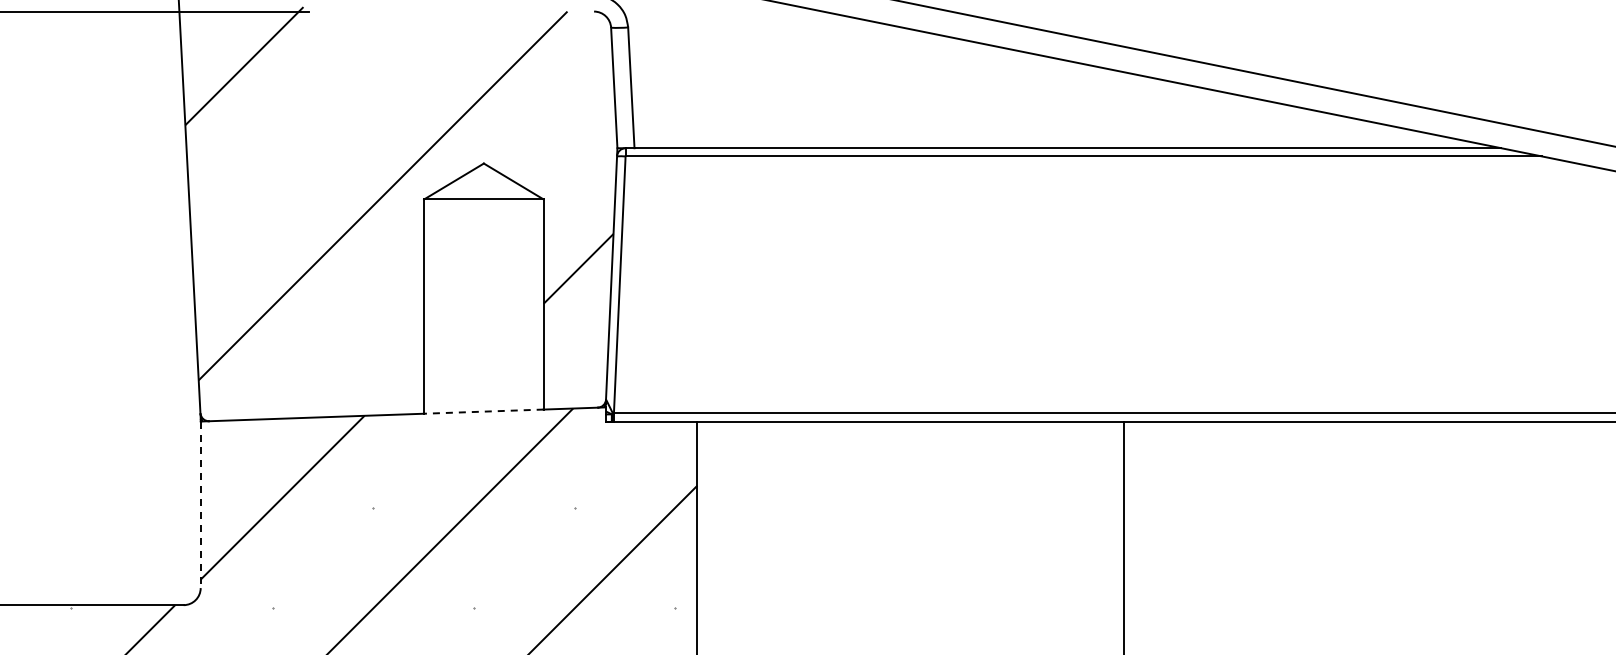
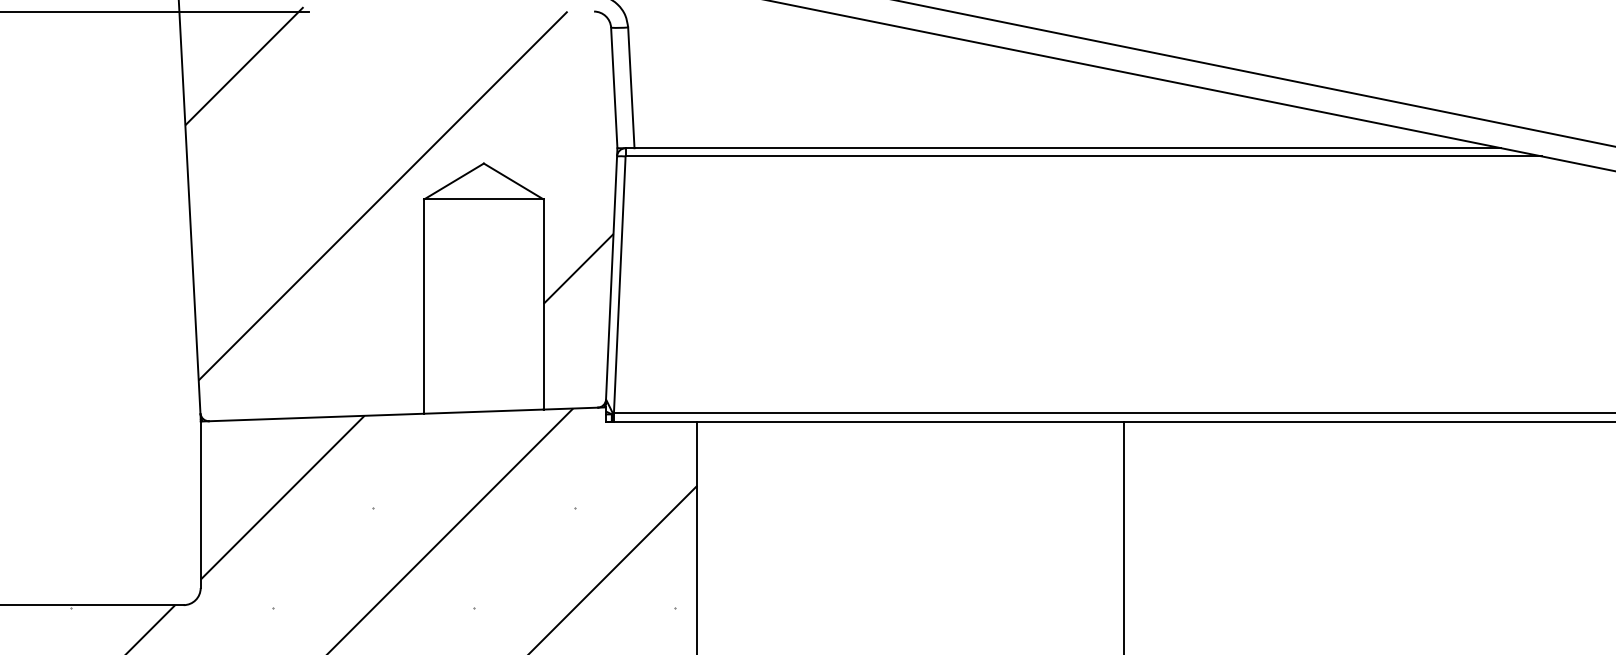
line at (483, 411): dashed -> solid
line at (200, 505): dashed -> solid
